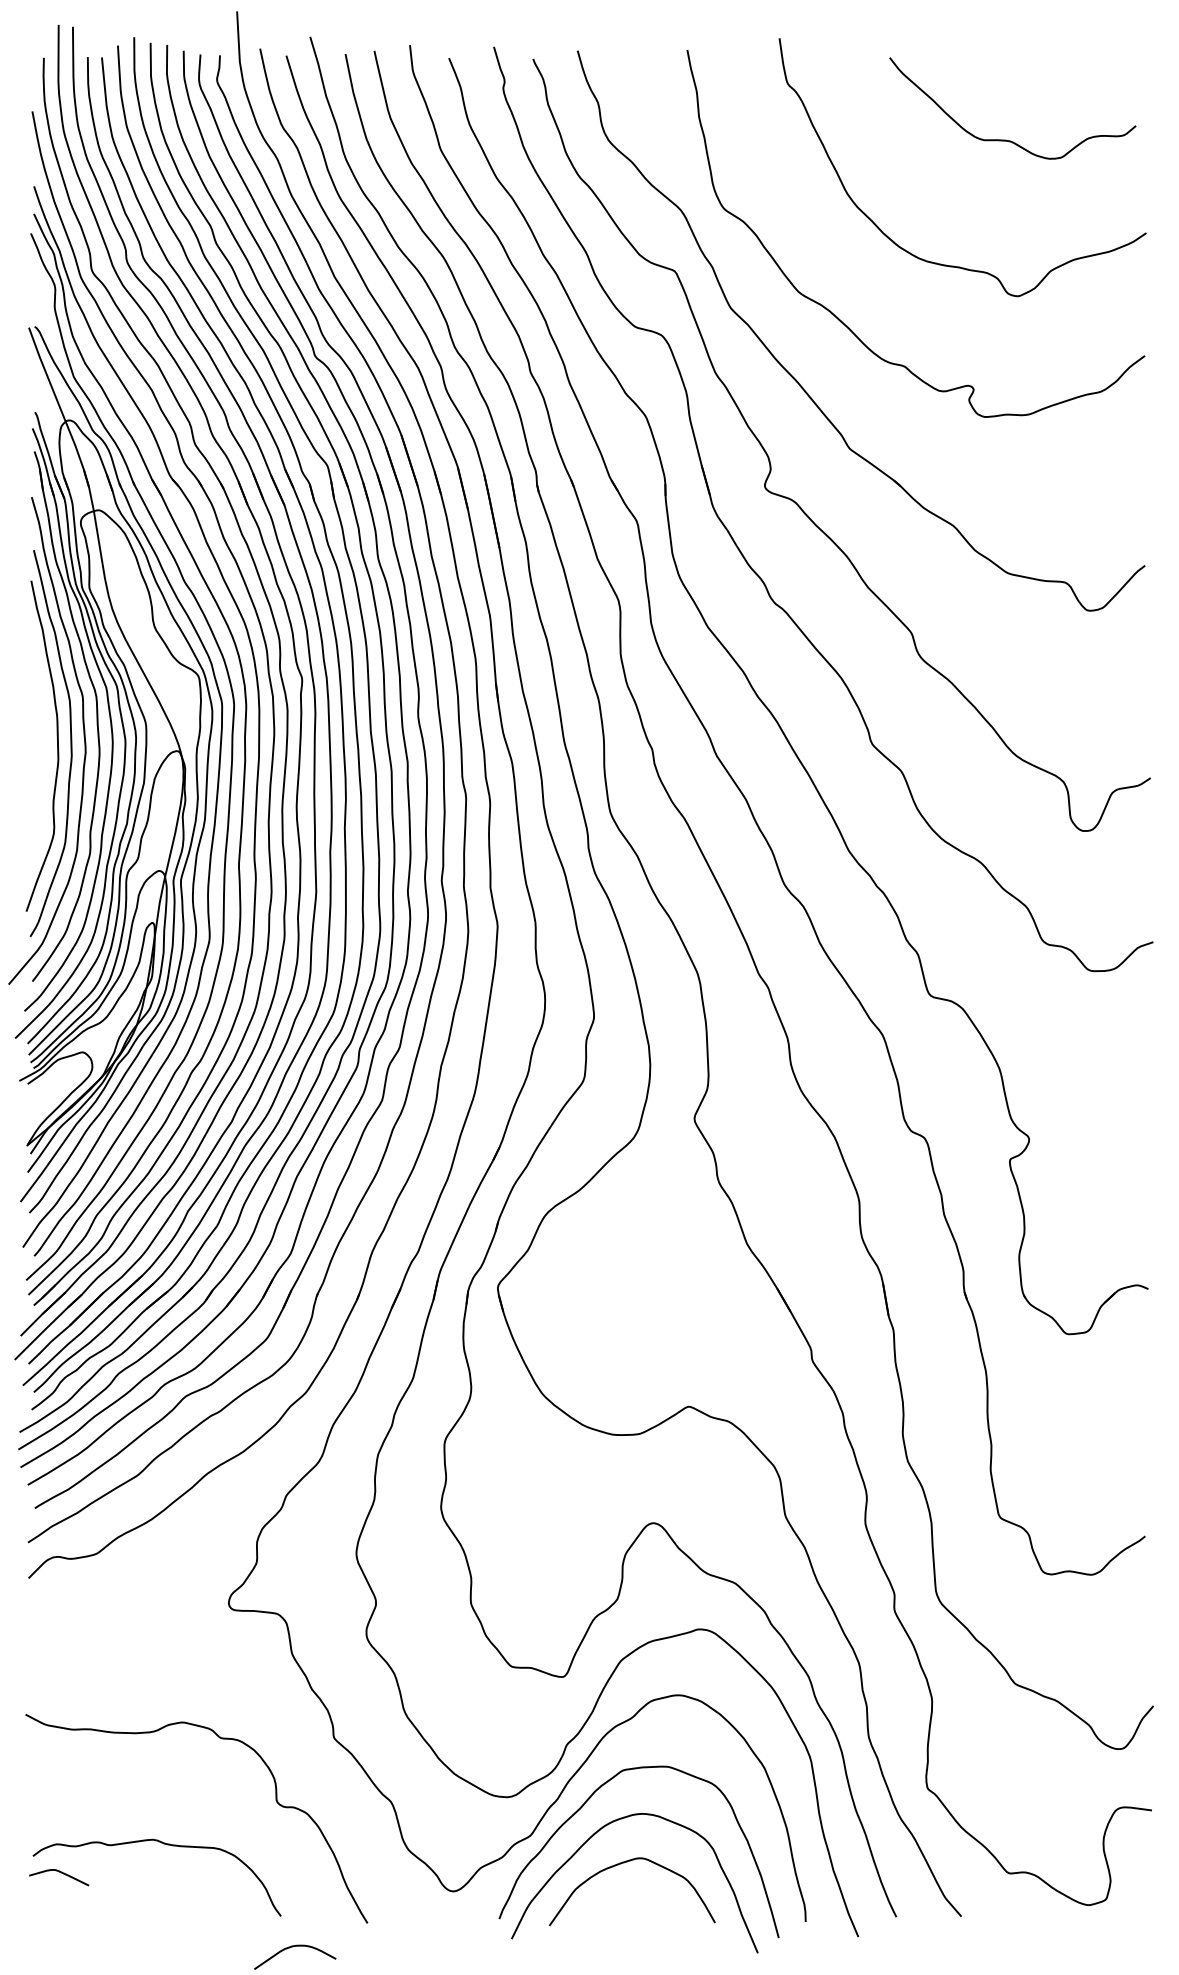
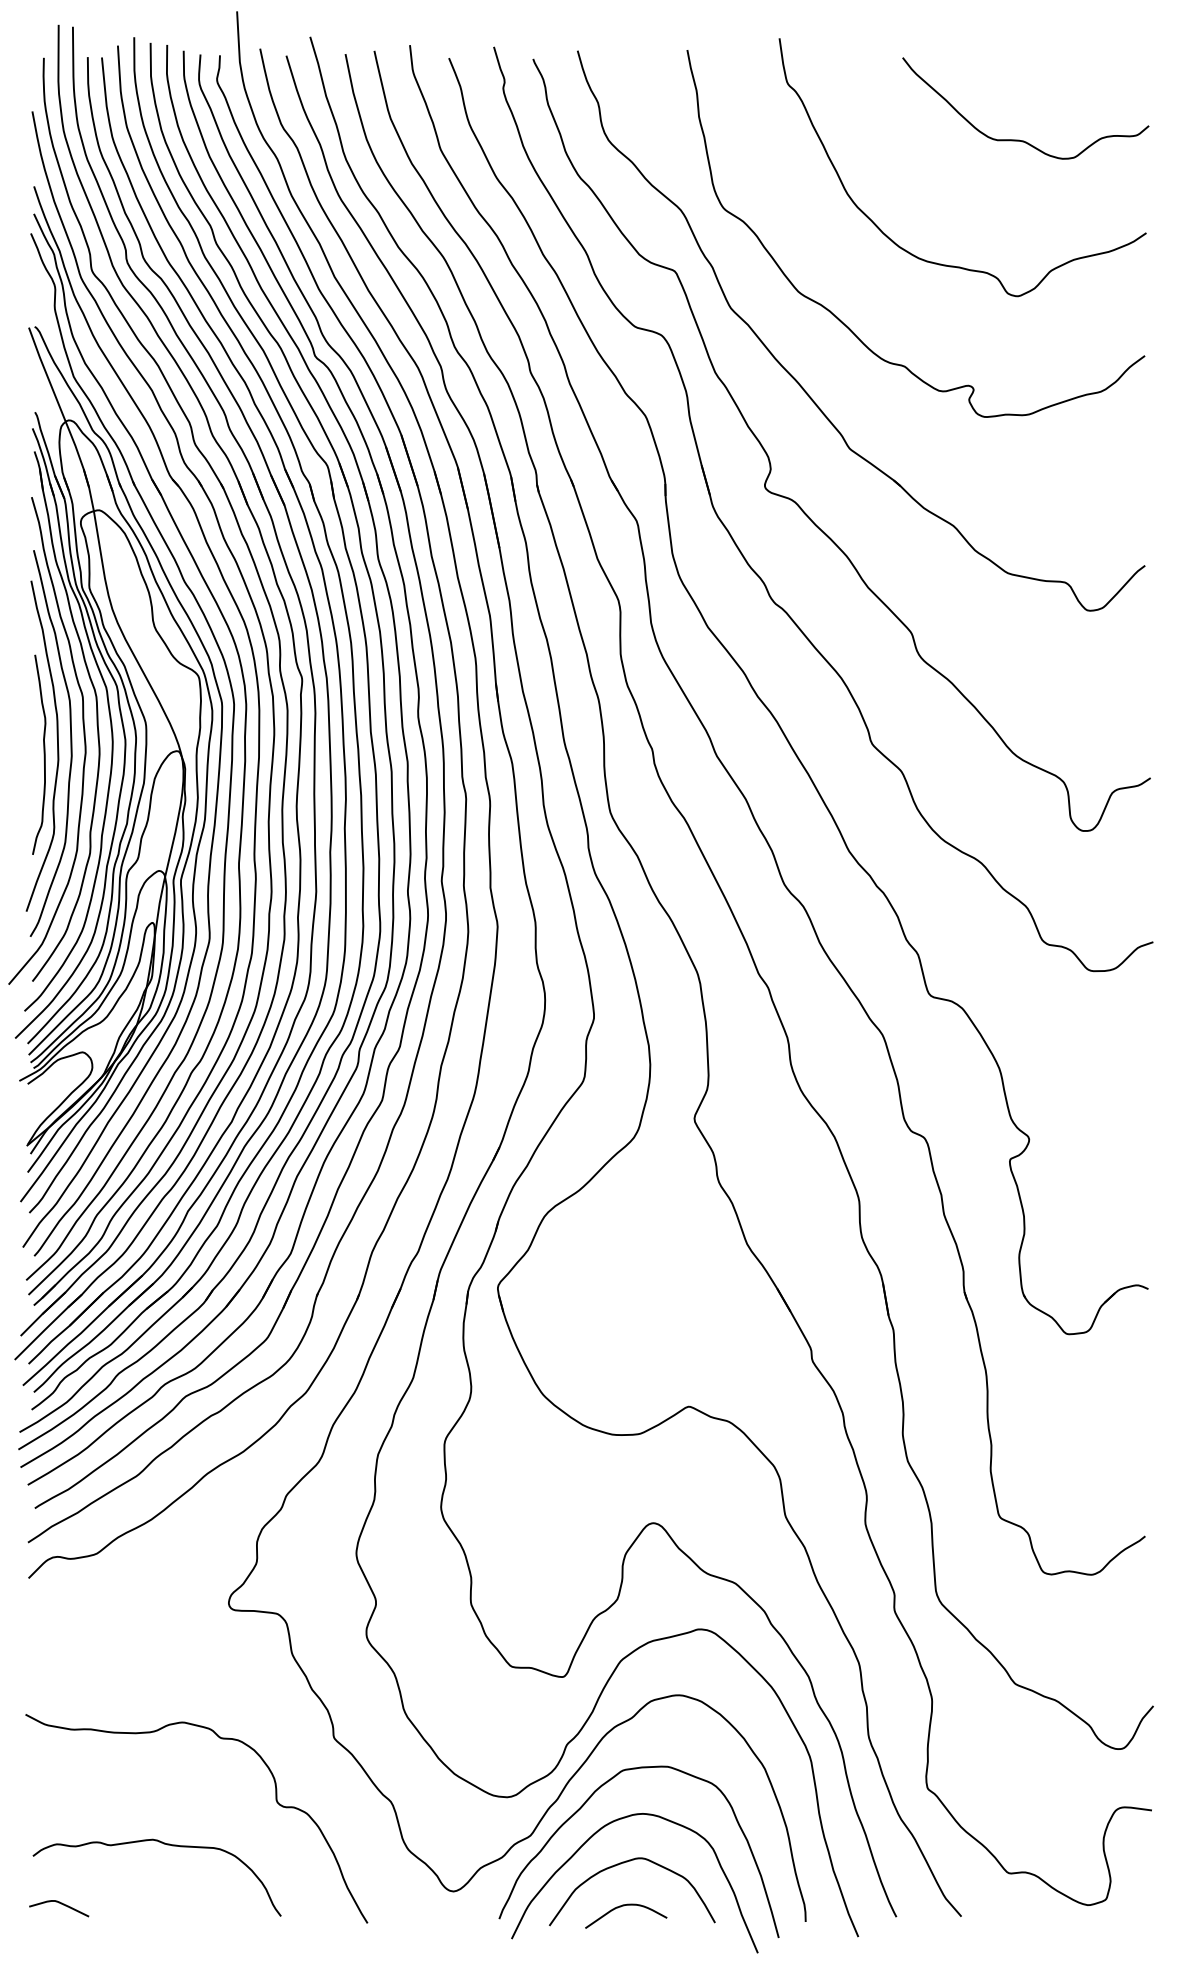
curve at (1006, 139) position: (1006, 139) -> (1019, 139)
curve at (43, 754): none -> present
curve at (61, 1873) position: (61, 1873) -> (61, 1904)
curve at (293, 1947) position: (293, 1947) -> (624, 1906)
